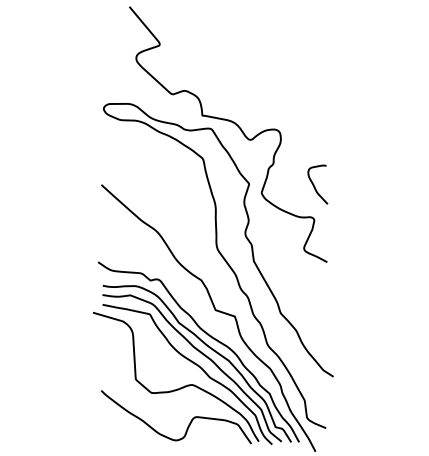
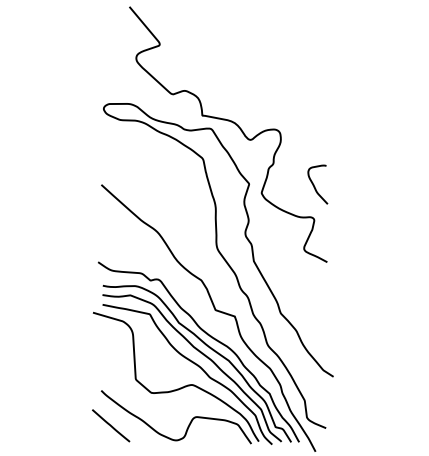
line at (111, 425): none -> present
